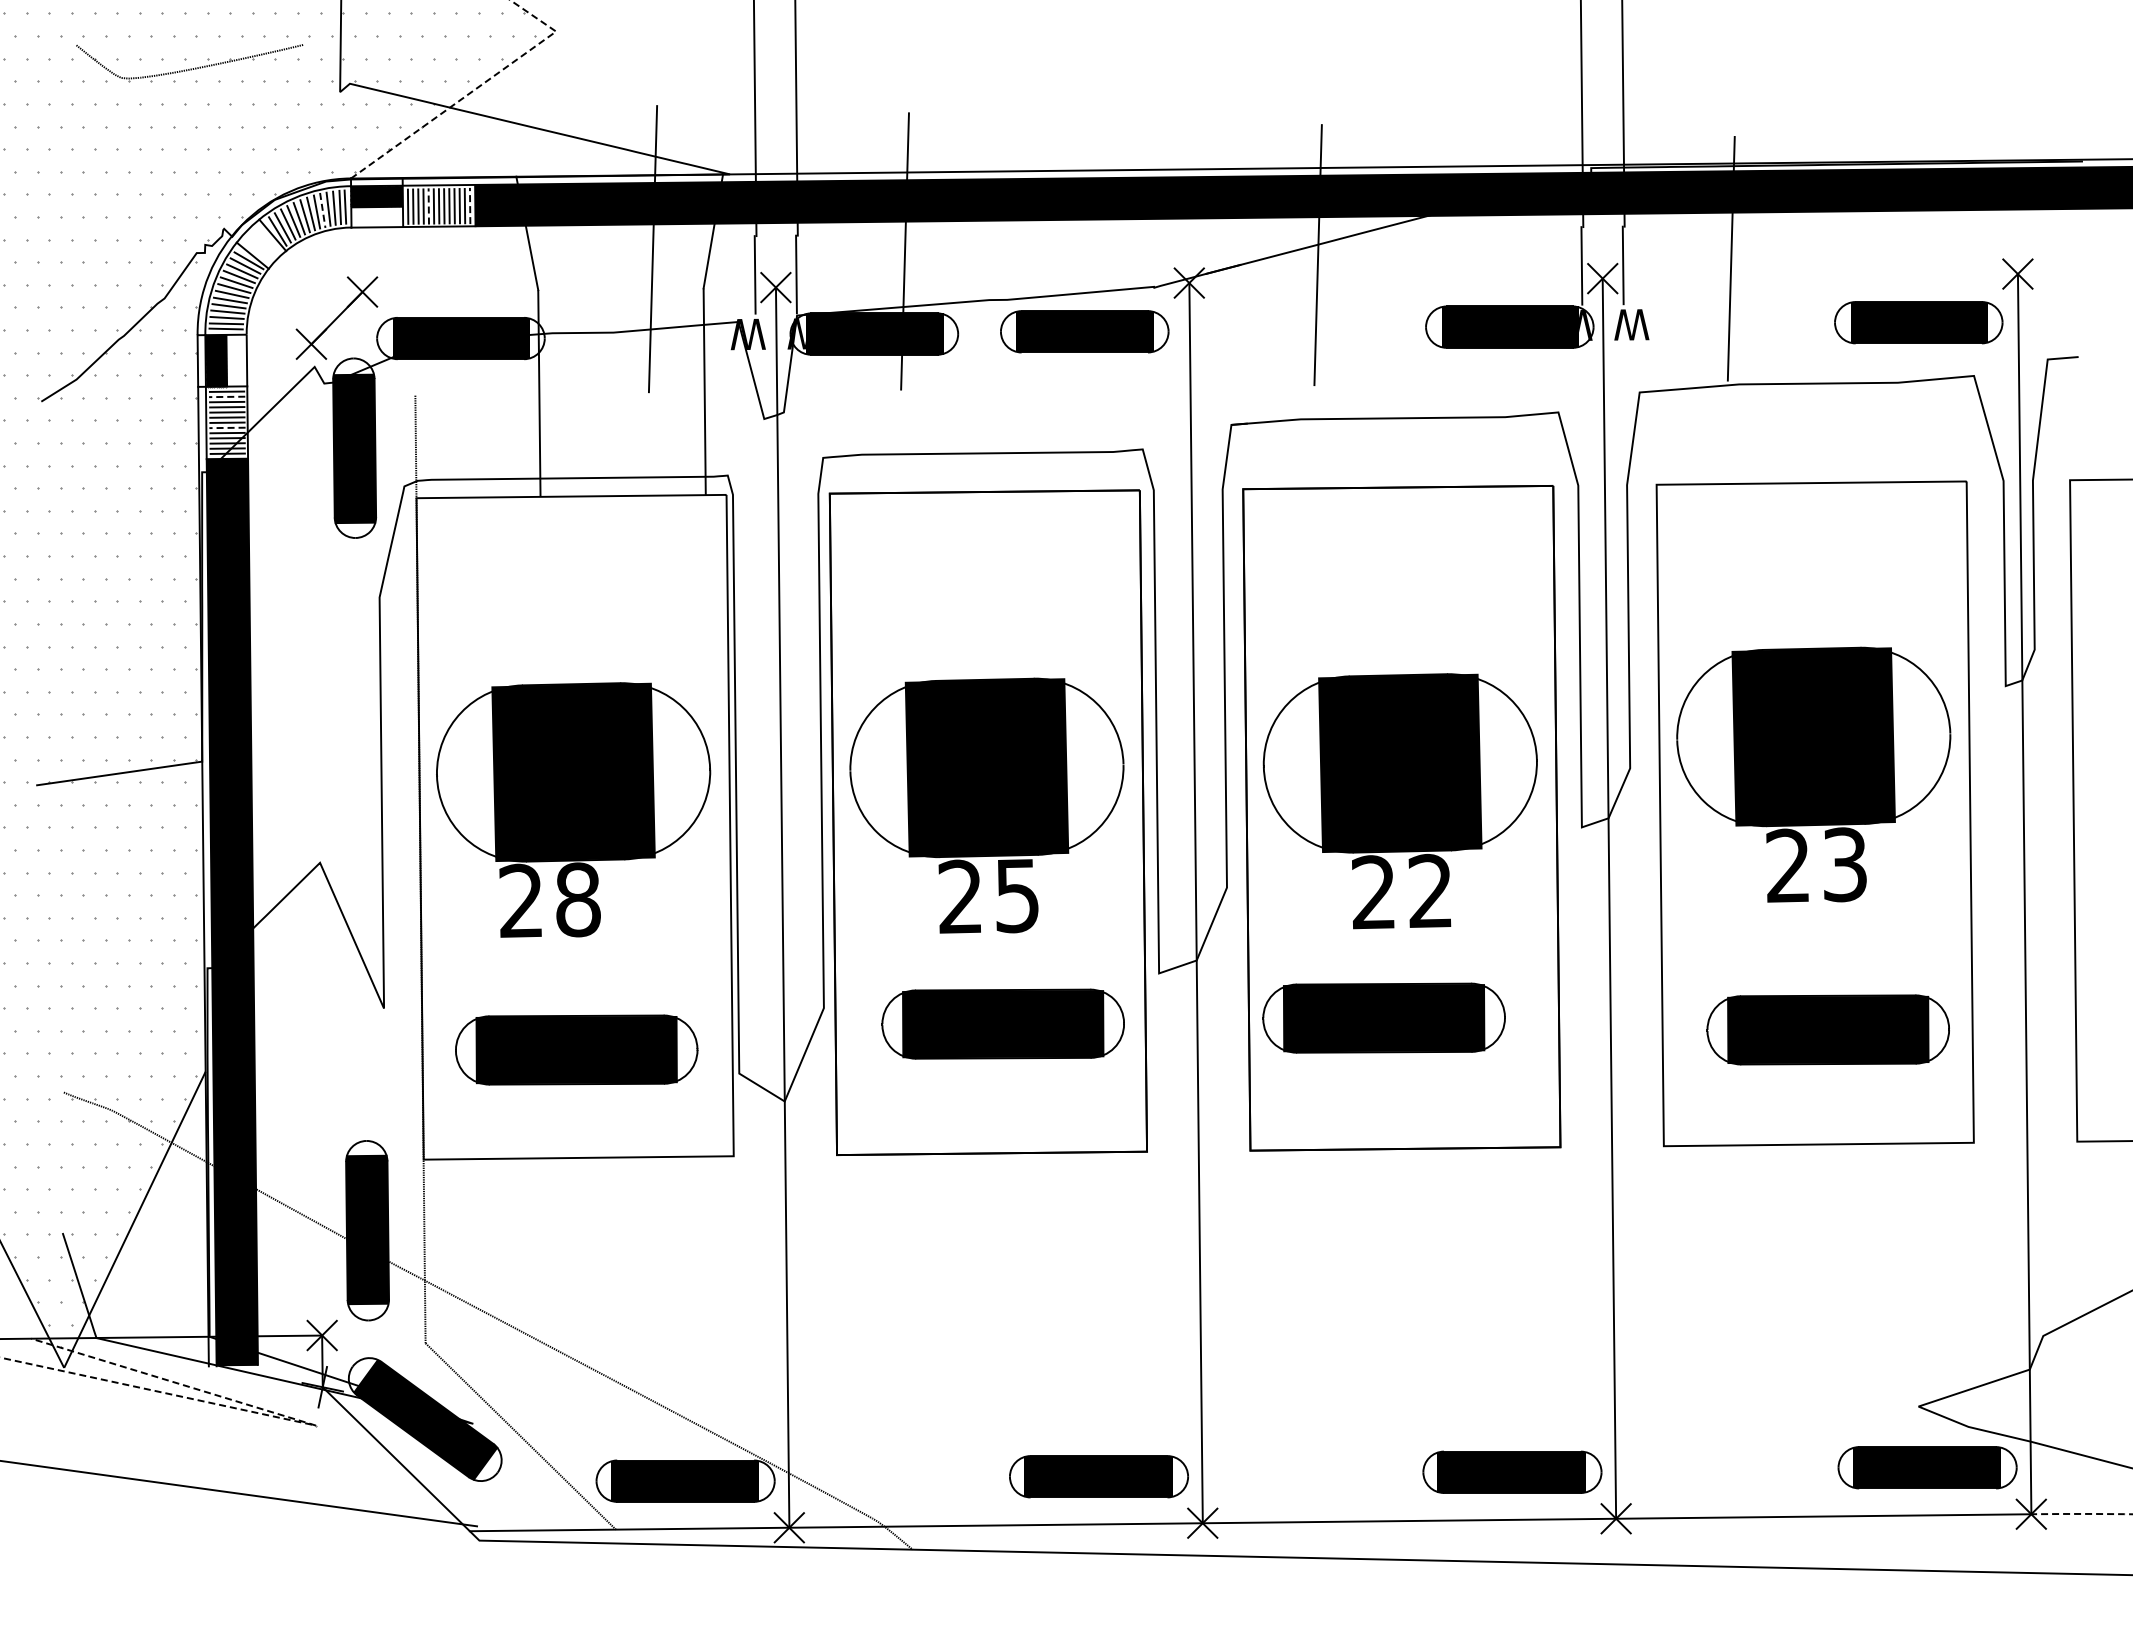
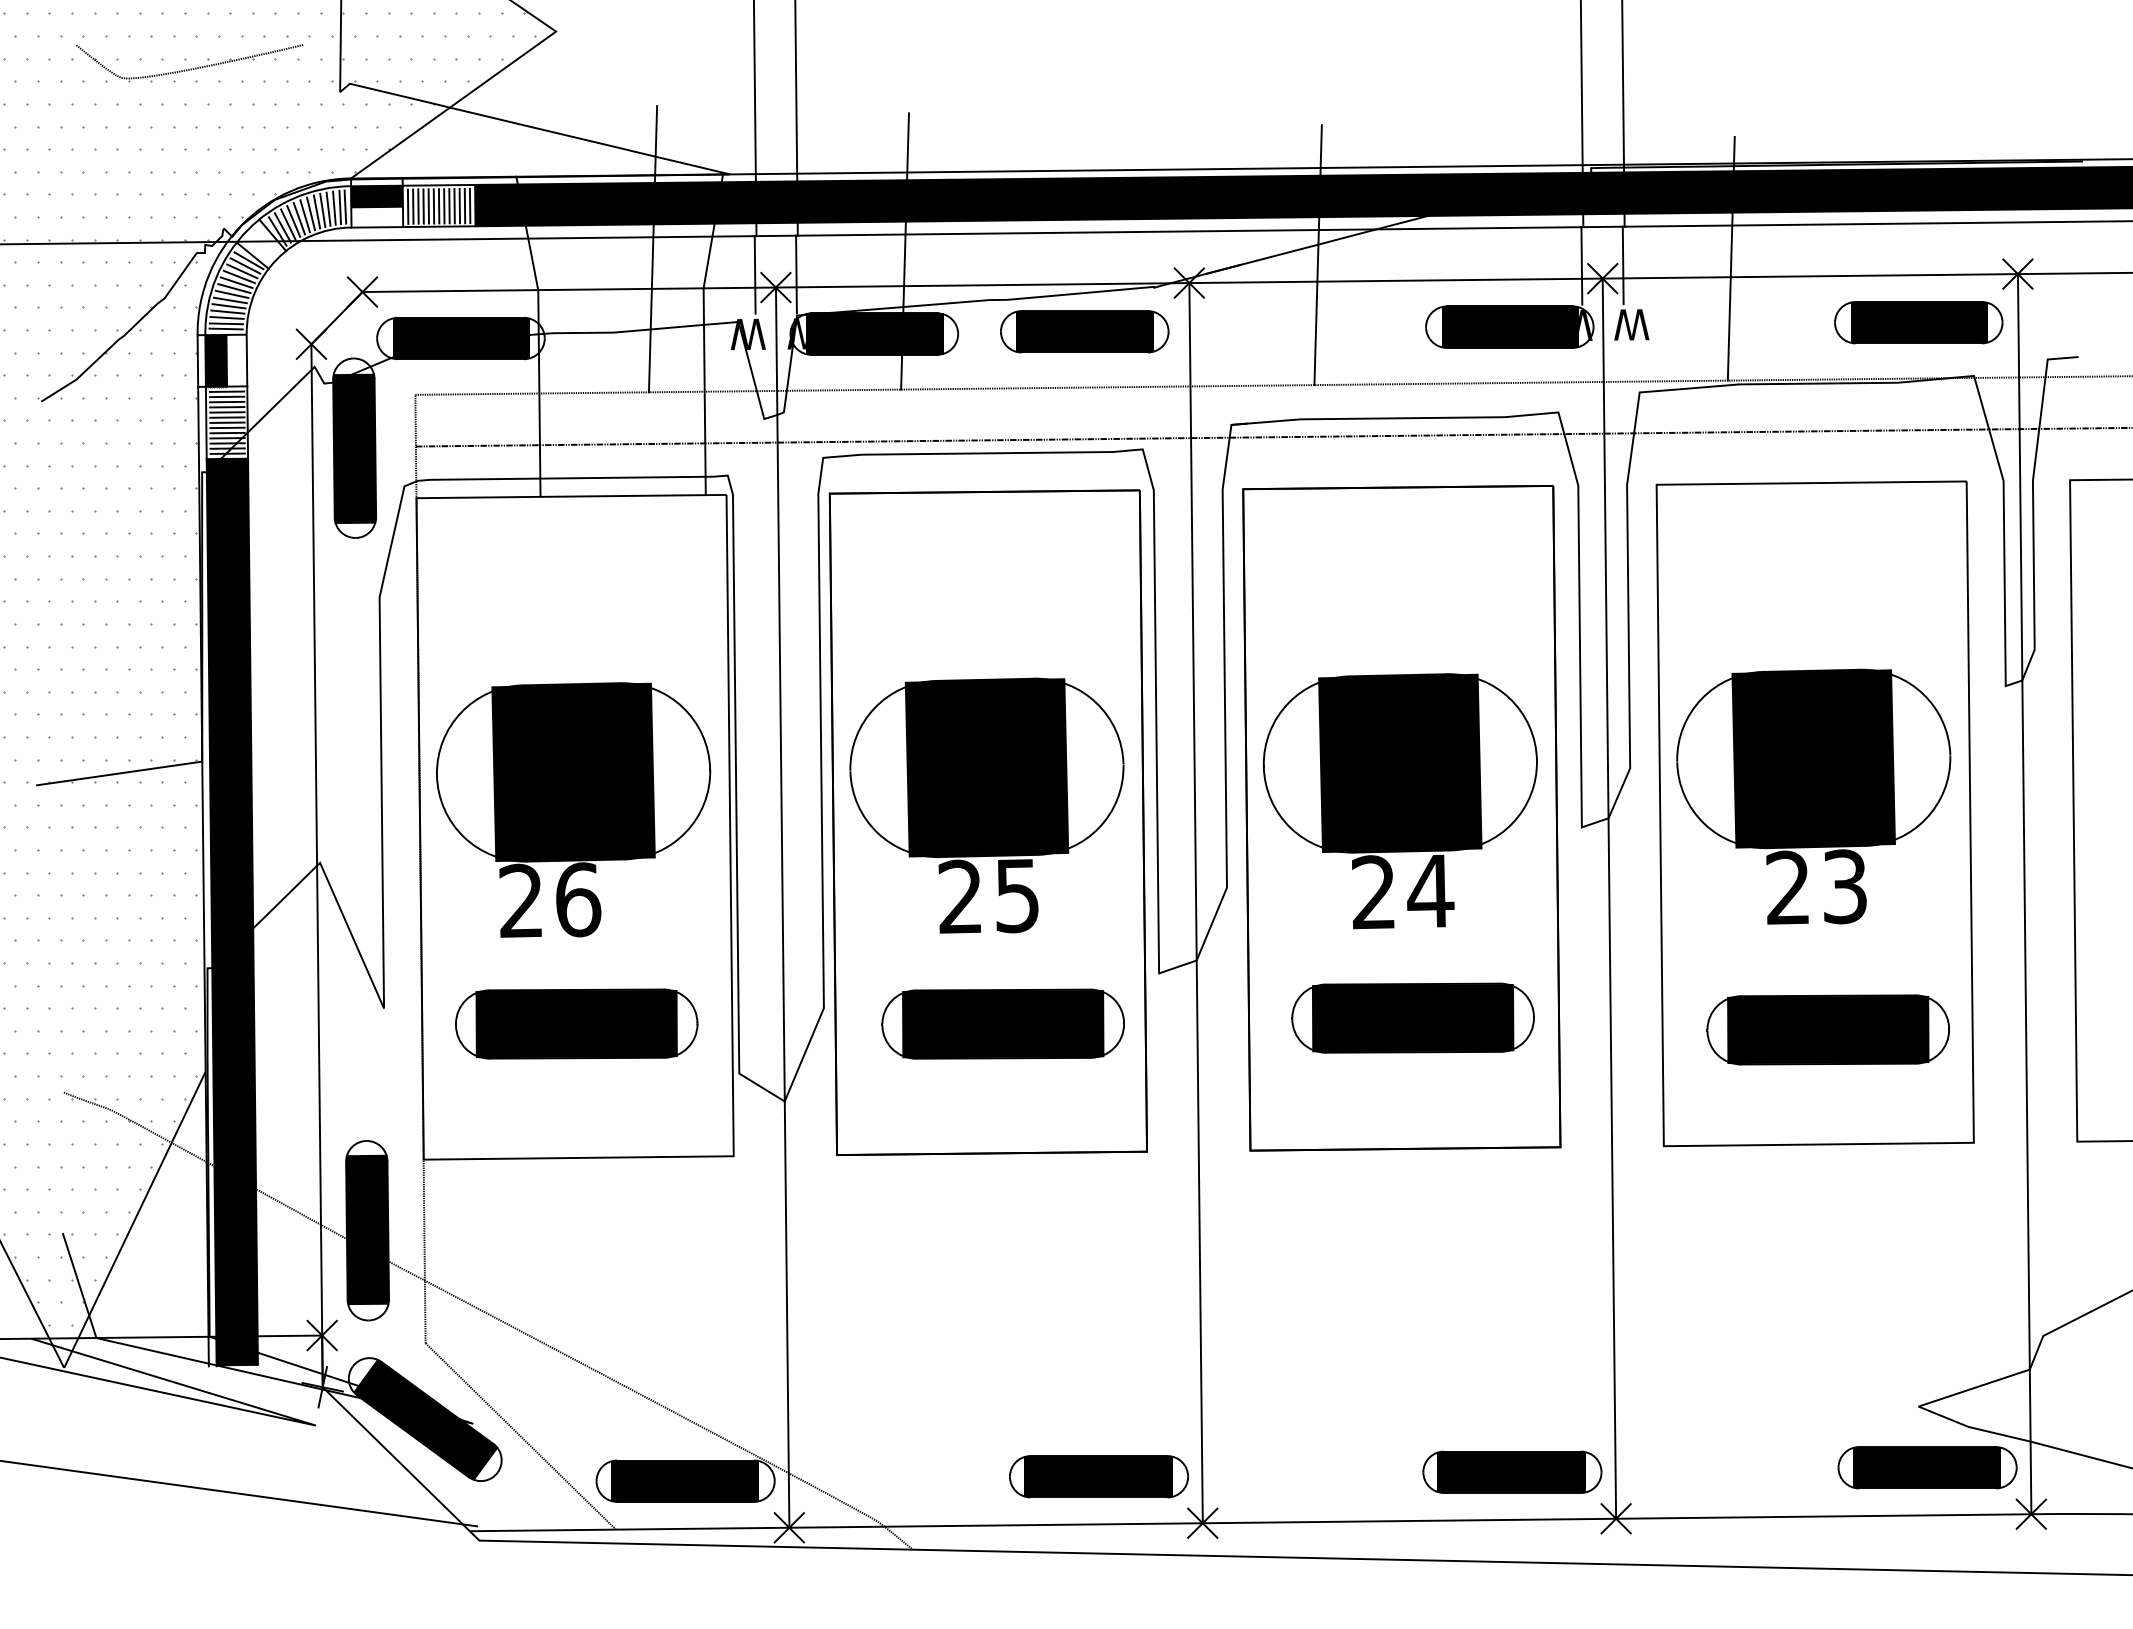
line at (476, 88): dashed -> solid
line at (428, 205): dashed -> solid
line at (470, 205): dashed -> solid
line at (322, 210): dashed -> solid
line at (1065, 232): none -> present
line at (1245, 282): none -> present
line at (1272, 385): none -> present
line at (226, 396): dashed -> solid
line at (226, 427): dashed -> solid
line at (1272, 436): none -> present
part at (1813, 774) position: (1813, 774) -> (1813, 796)
line at (316, 865): none -> present
text at (1430, 890): 22 -> 24
text at (578, 899): 28 -> 26
part at (1383, 1017) position: (1383, 1017) -> (1412, 1017)
part at (576, 1049) position: (576, 1049) -> (576, 1023)
line at (305, 1423): dashed -> solid
arc at (2081, 1514): dashed -> solid
